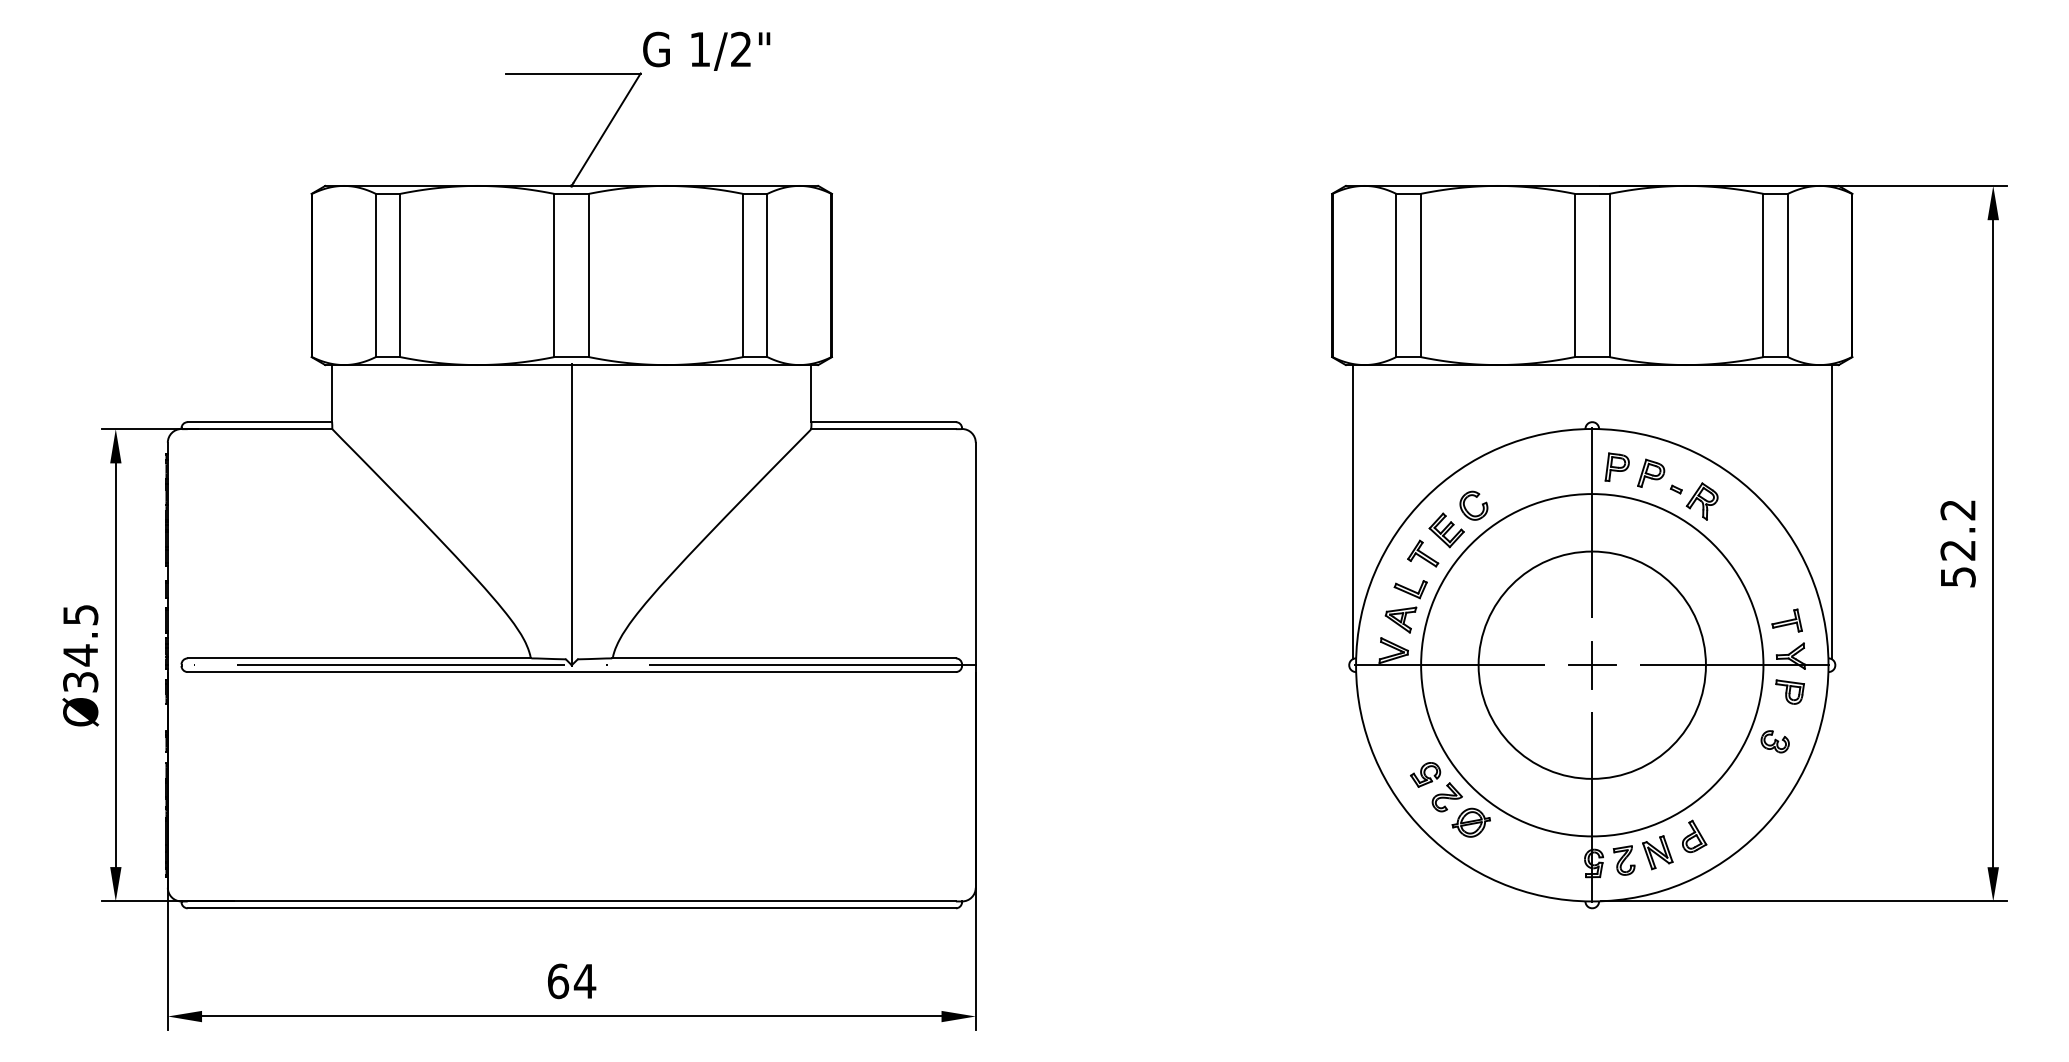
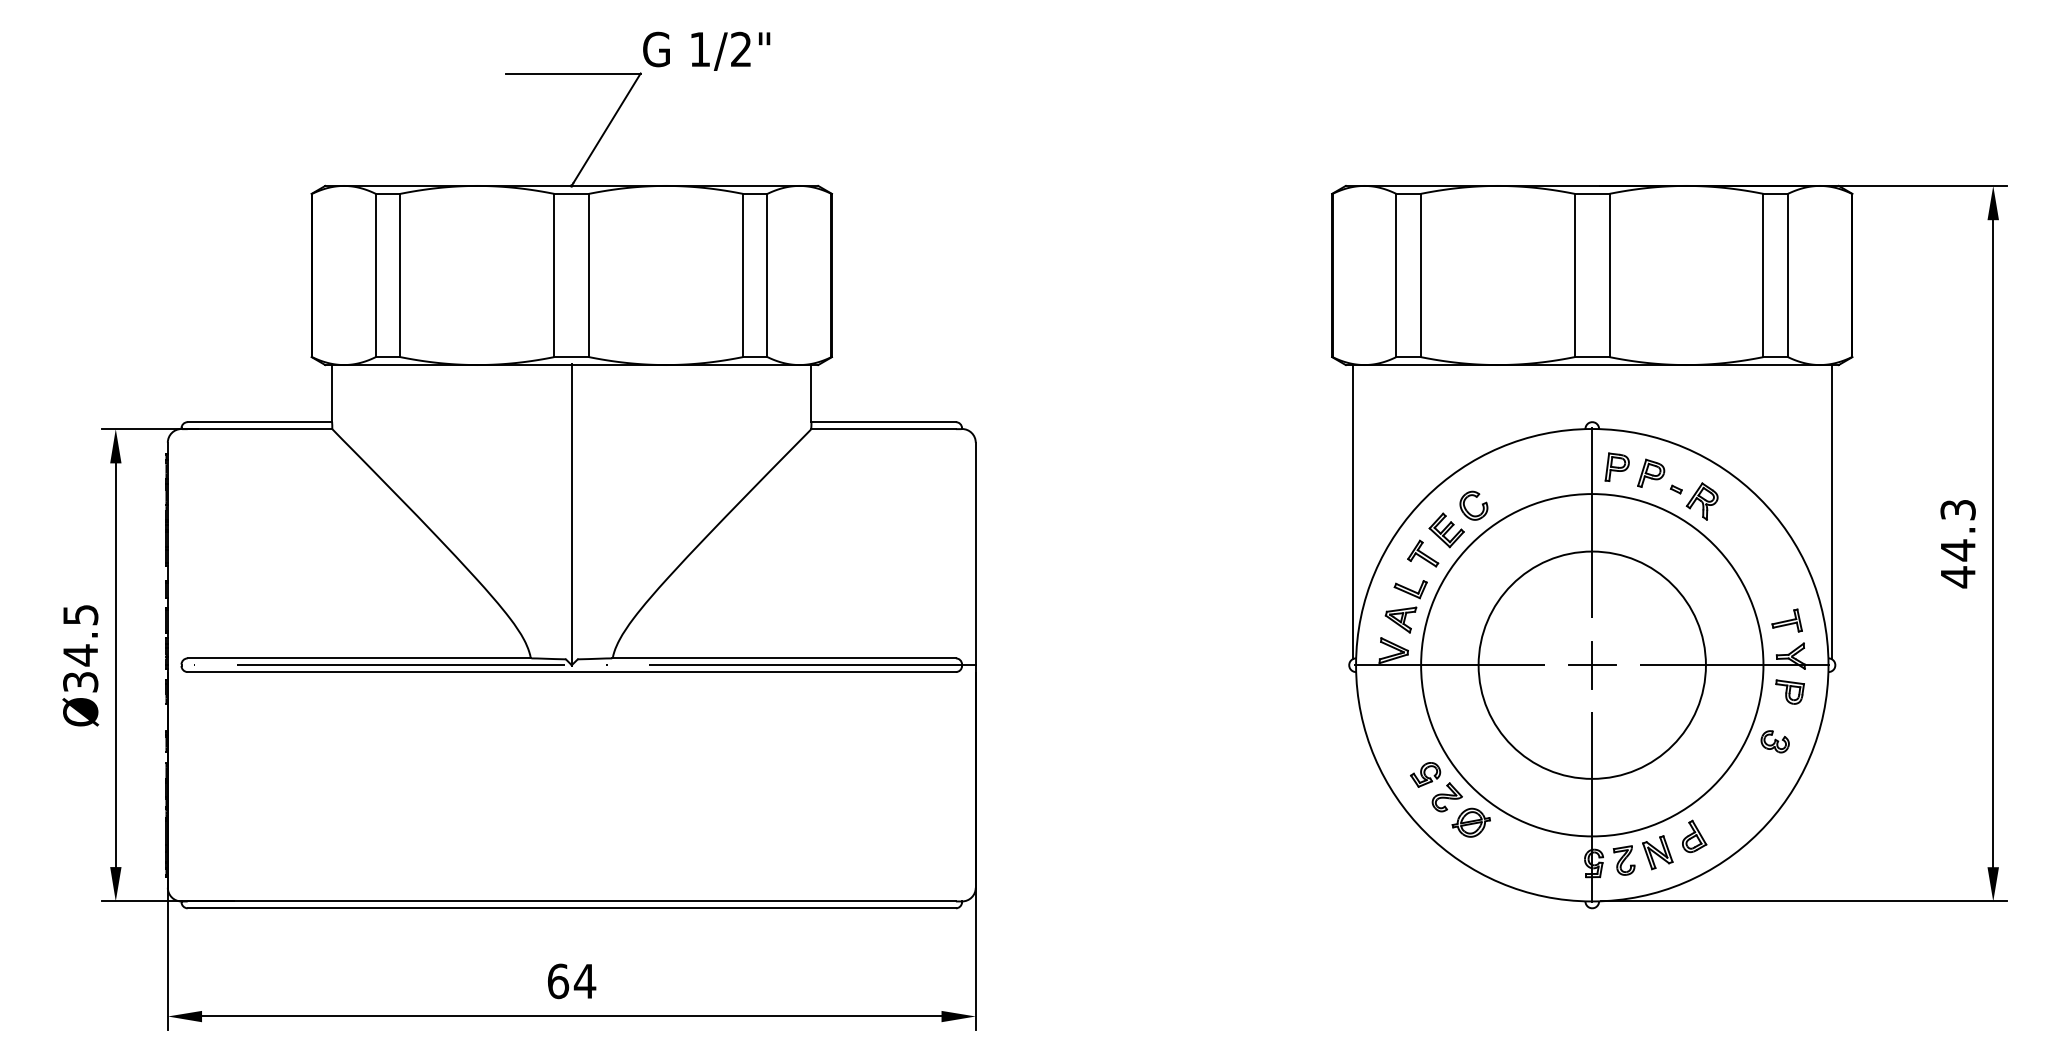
text at (1957, 544): 52.2 -> 44.3
